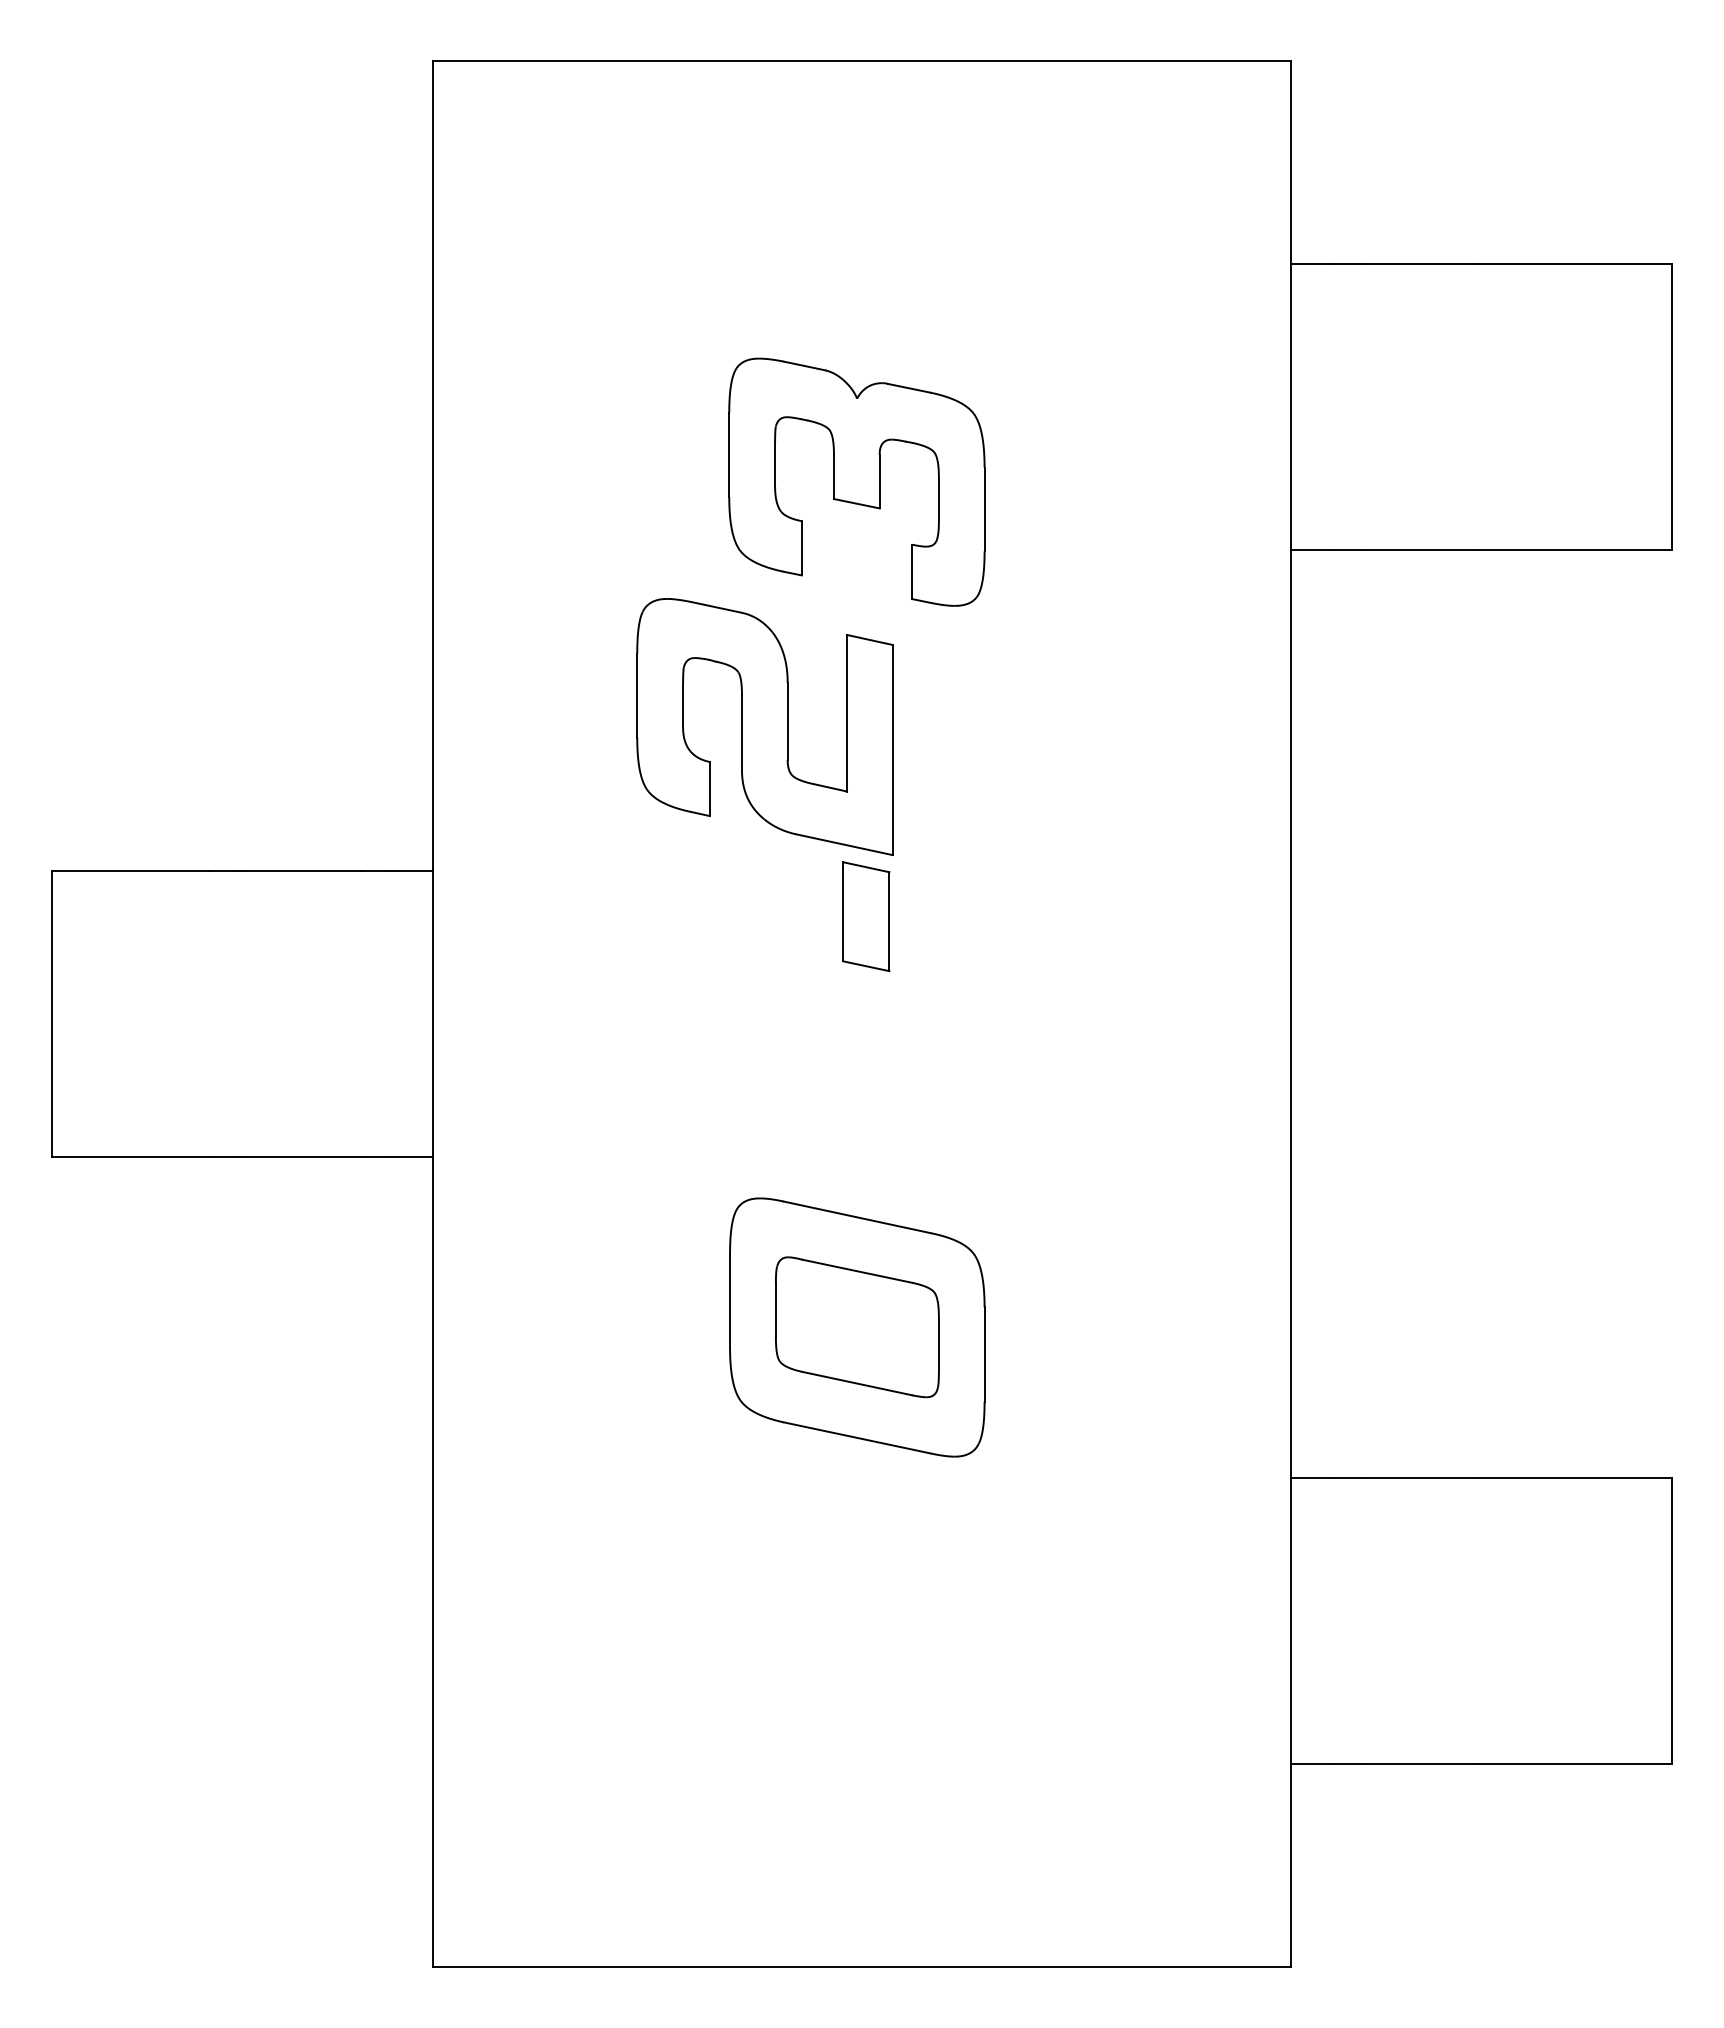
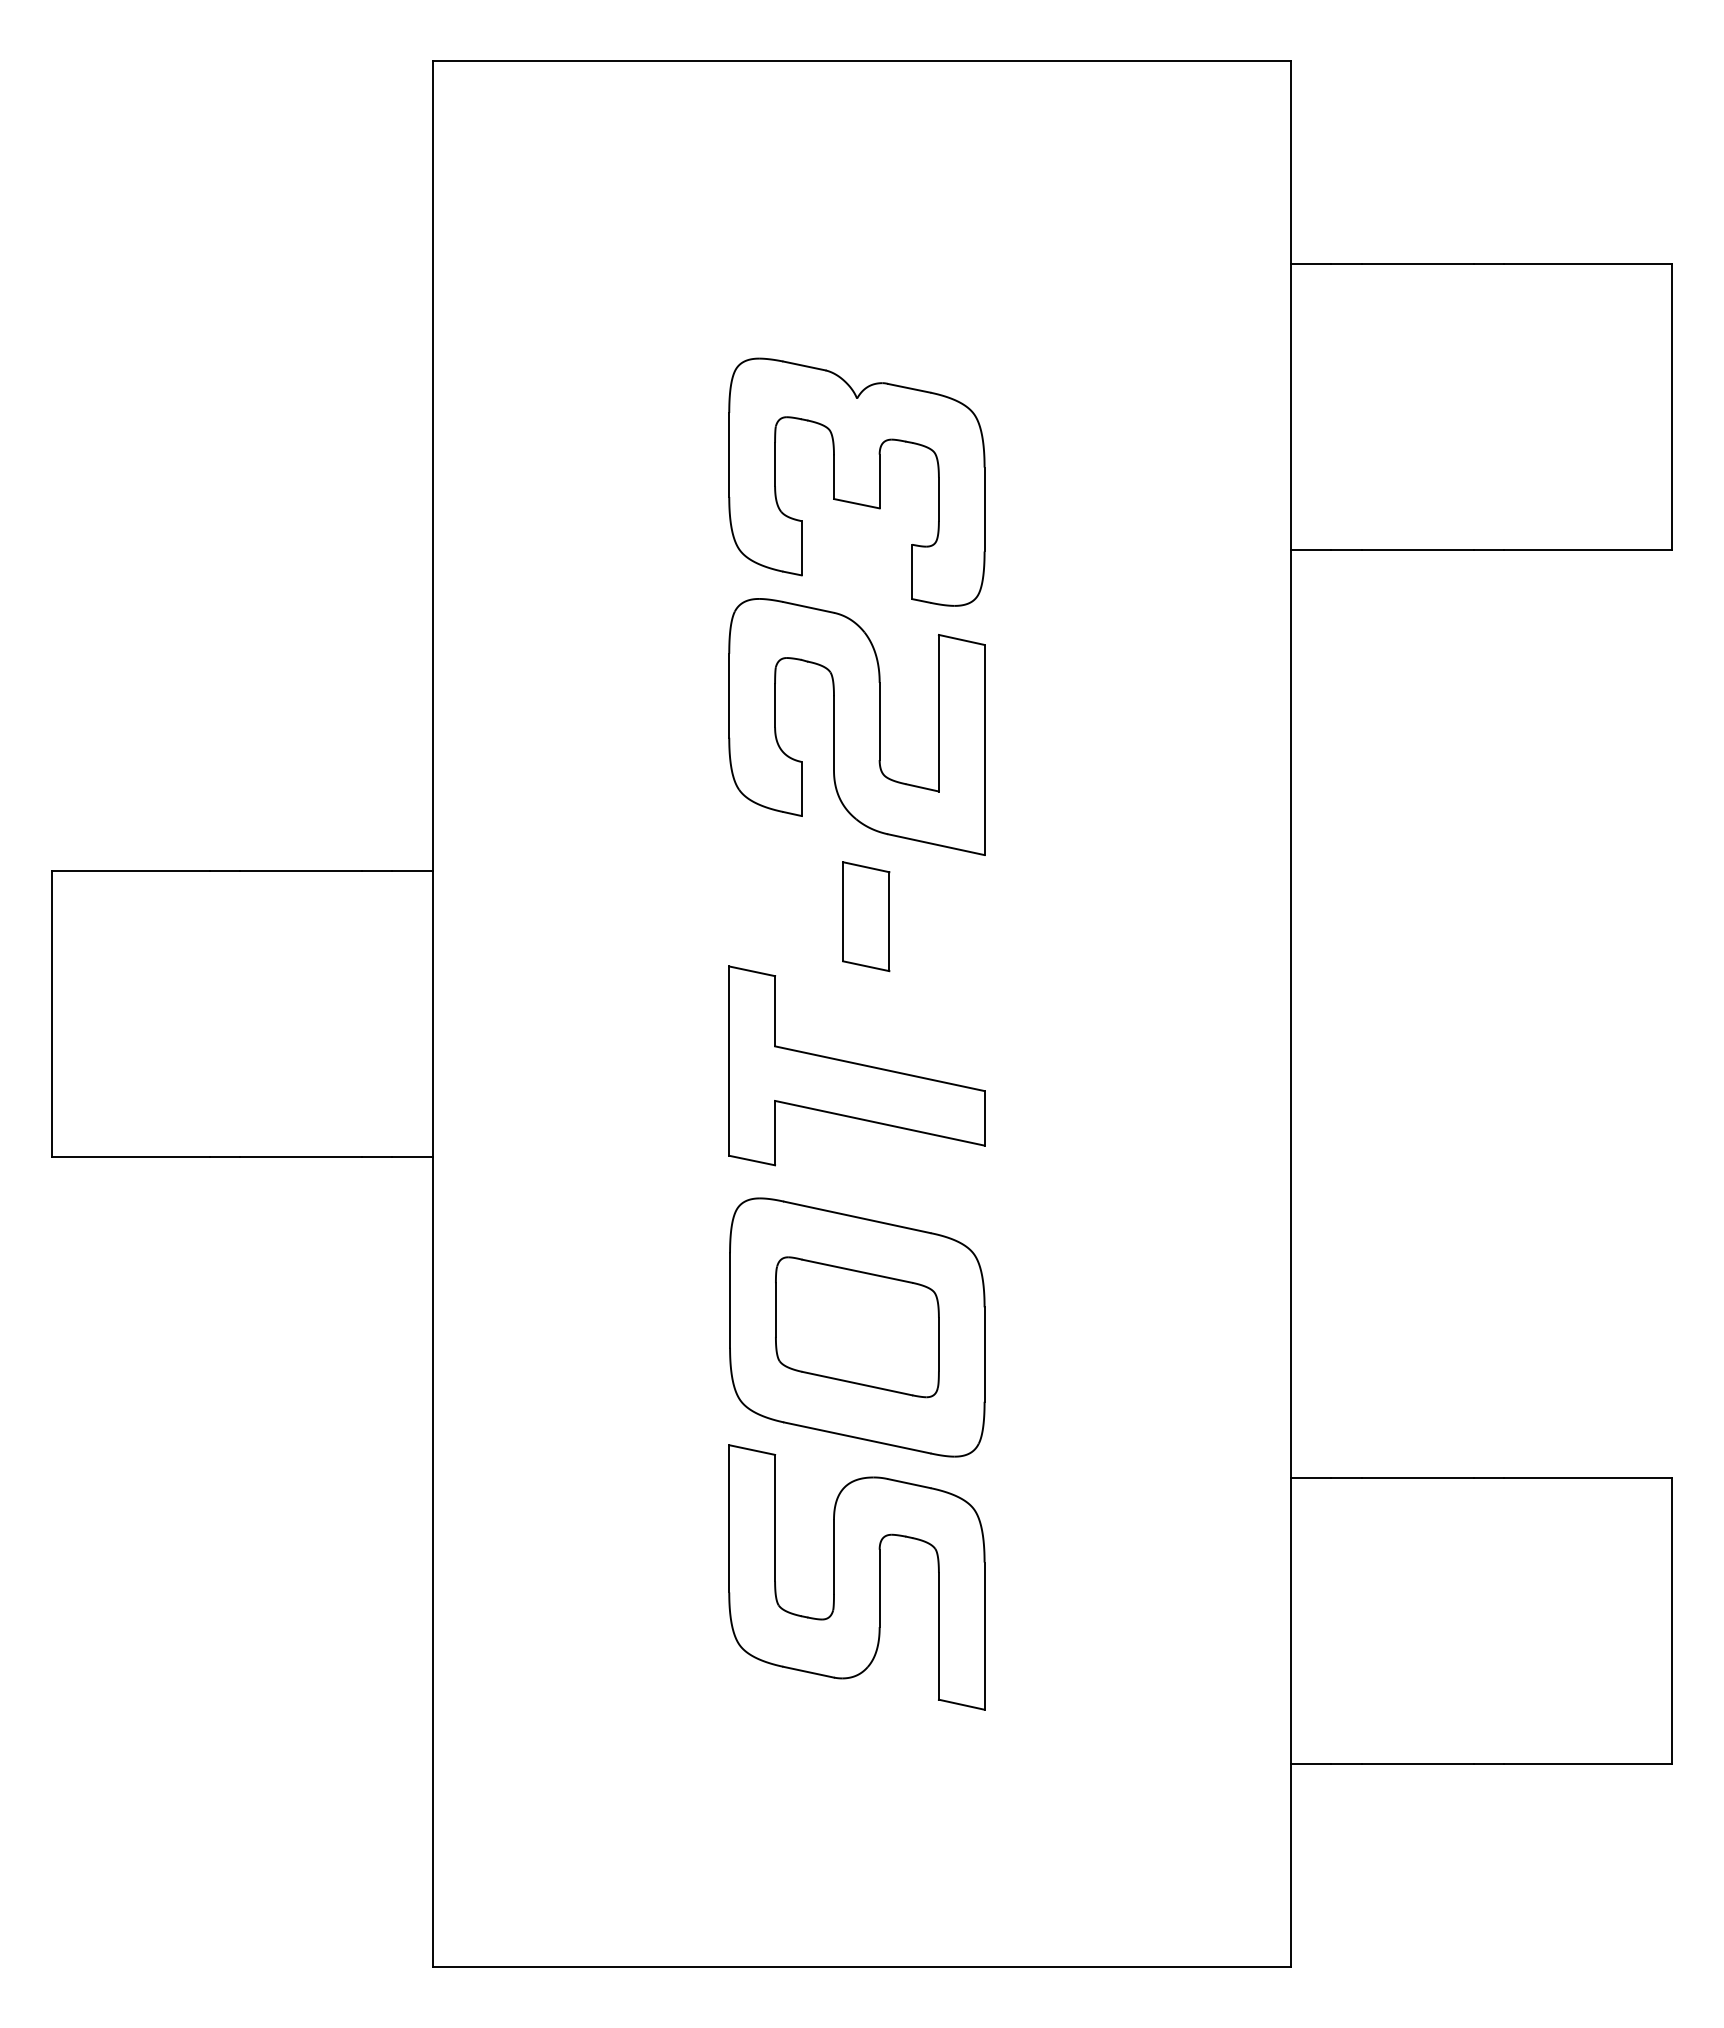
part at (764, 726) position: (764, 726) -> (856, 726)
part at (856, 1065): none -> present
part at (856, 1577): none -> present
